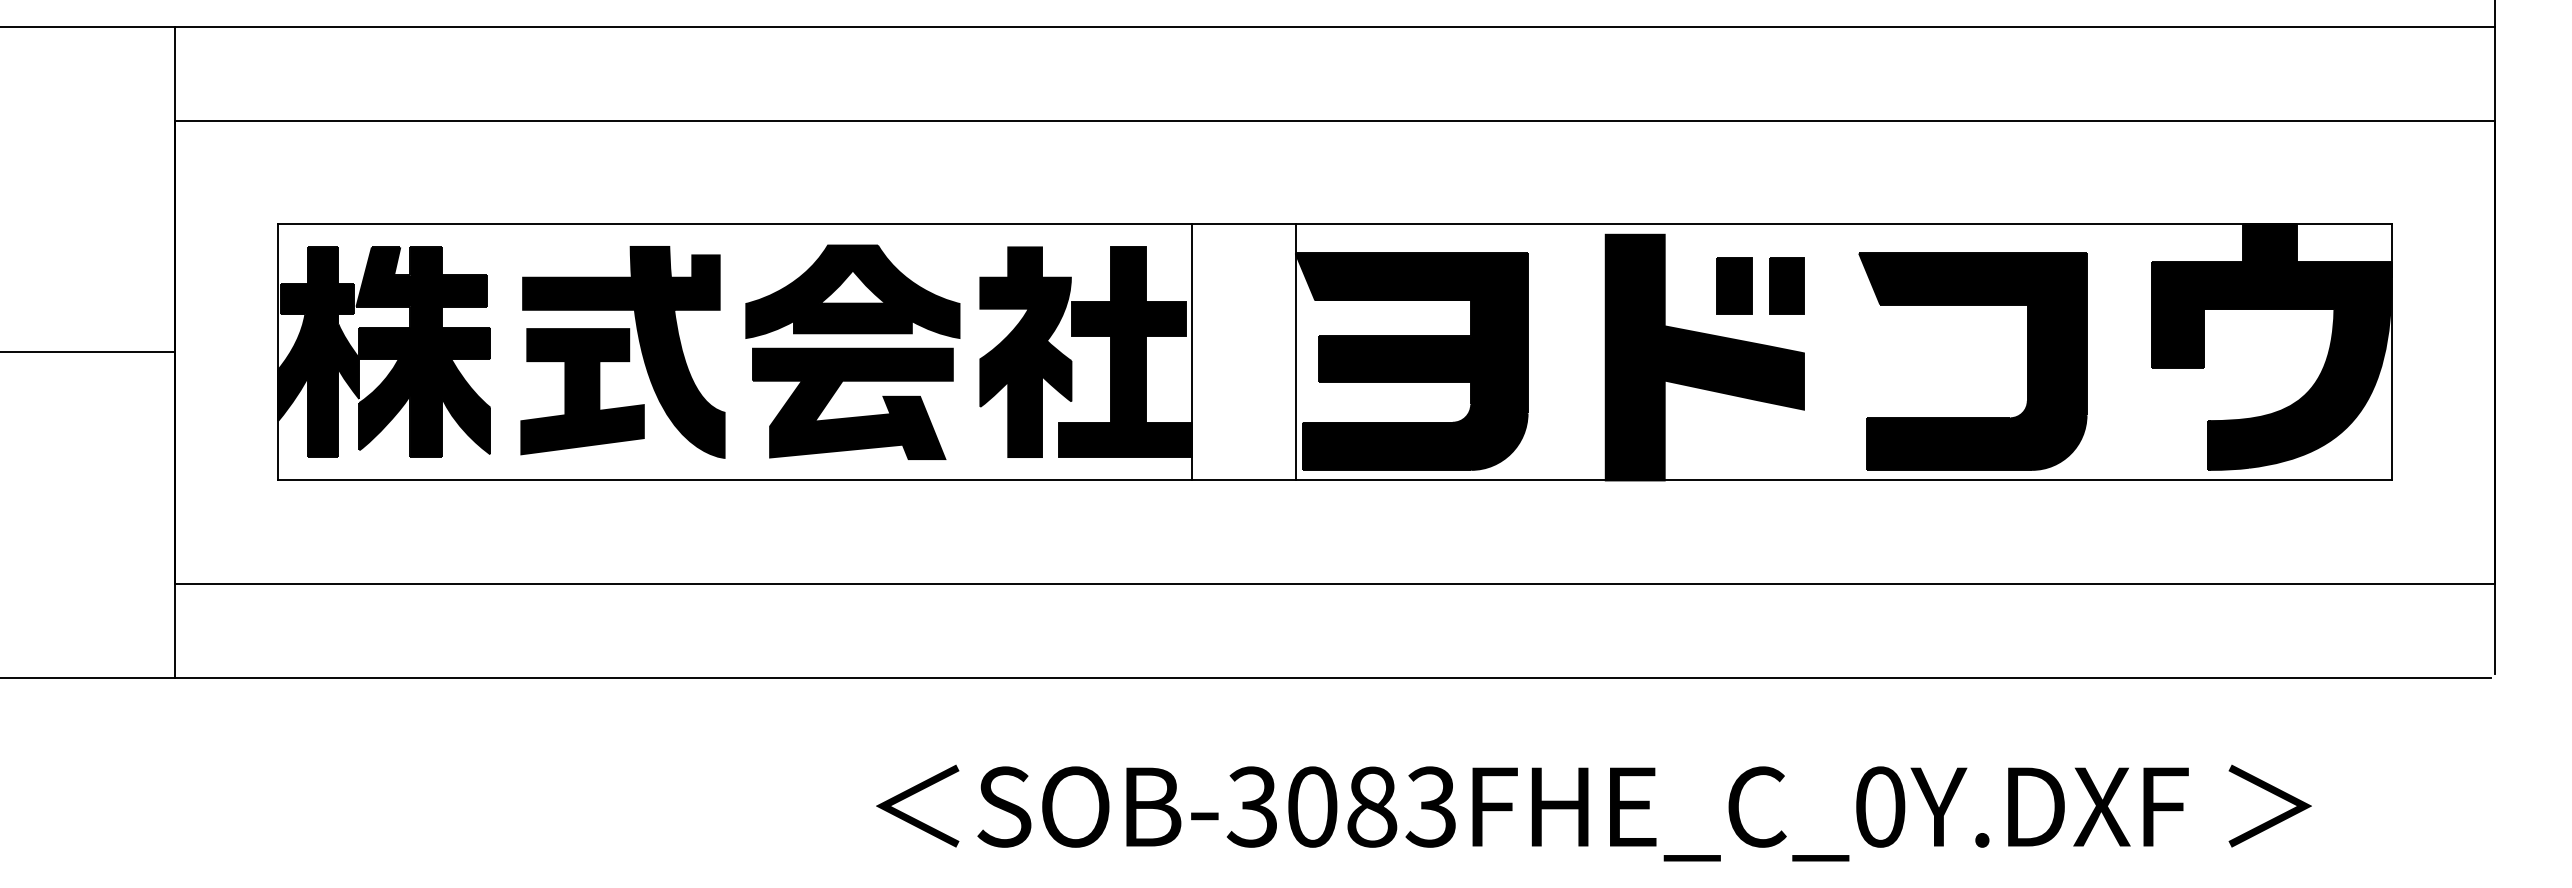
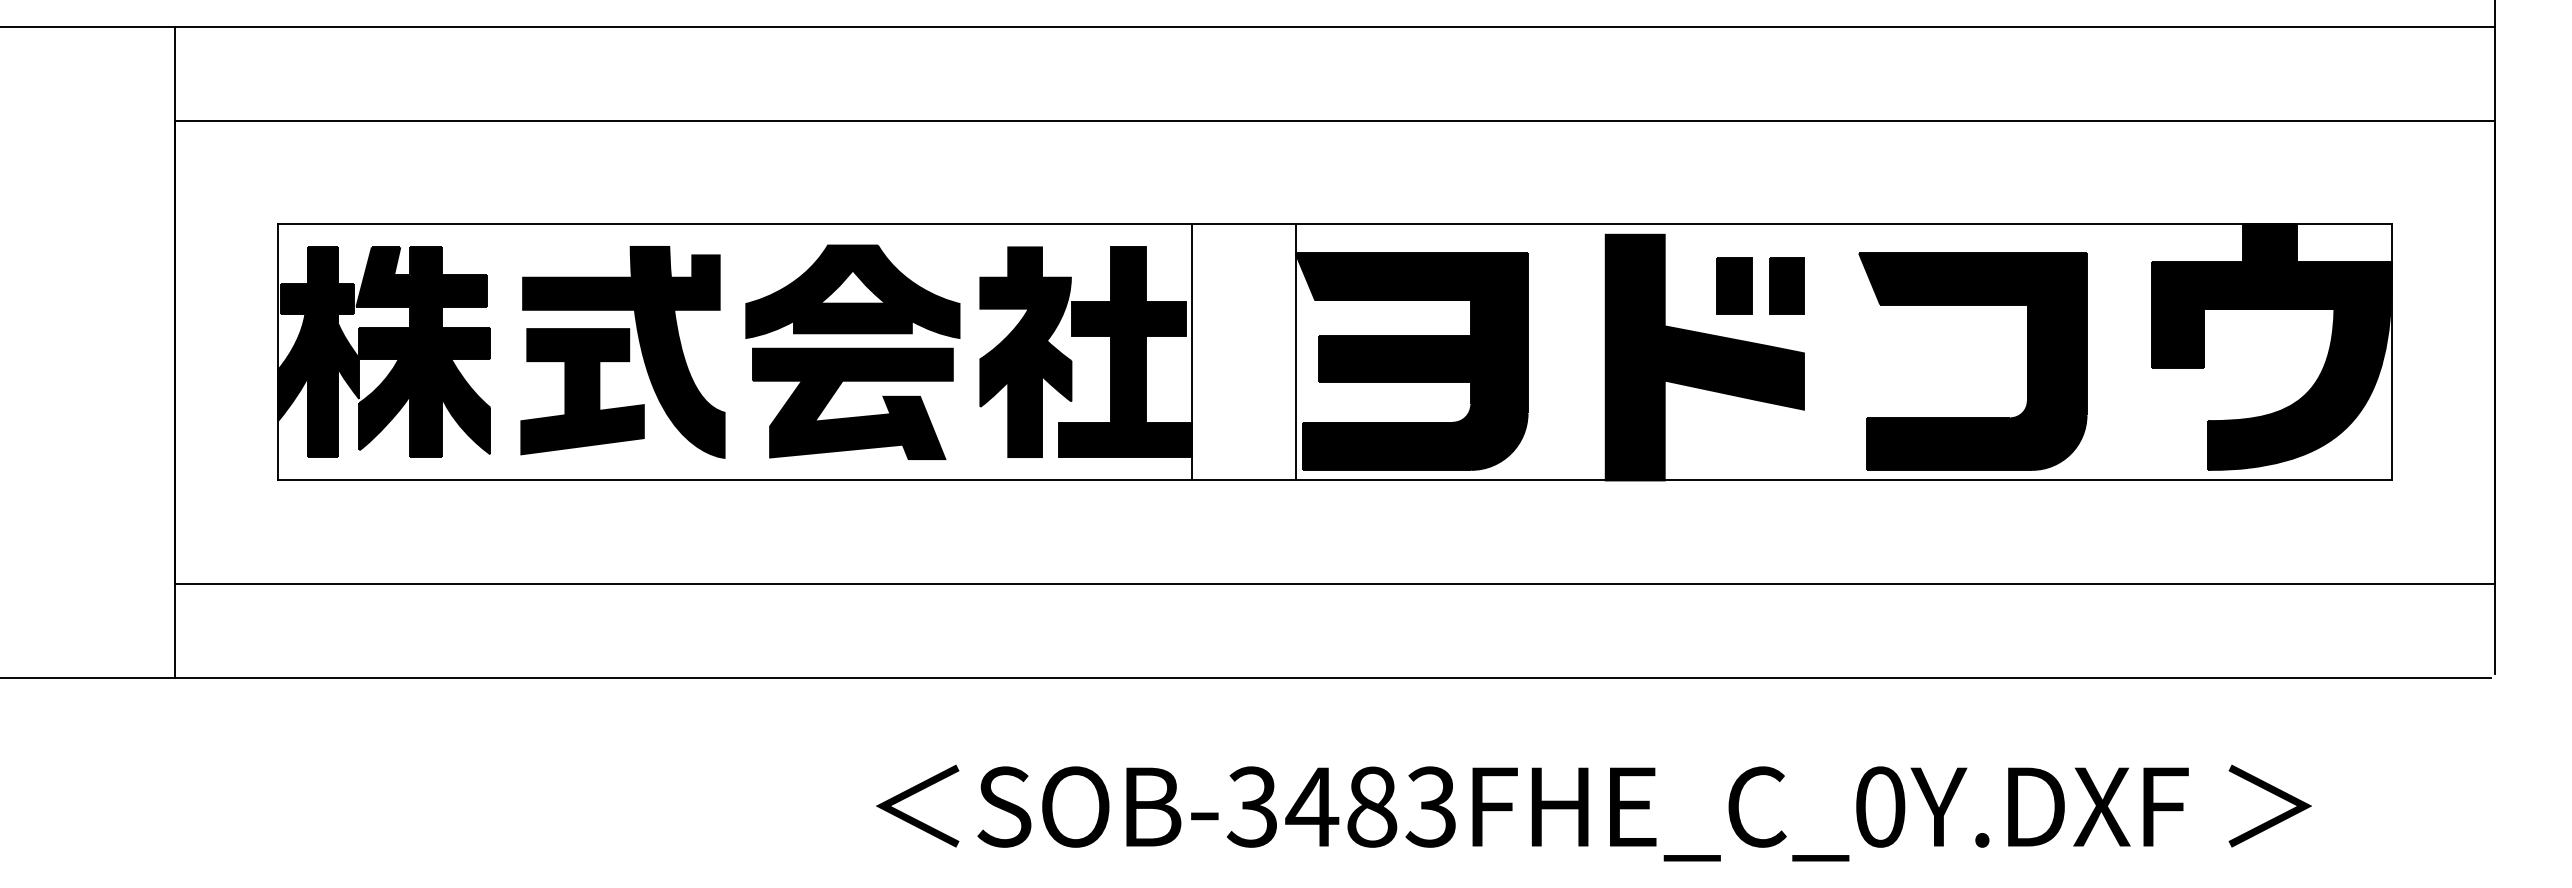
line at (88, 352): present -> none
text at (1312, 806): SOB-3083FHE_C_0Y.DXF -> SOB-3483FHE_C_0Y.DXF
